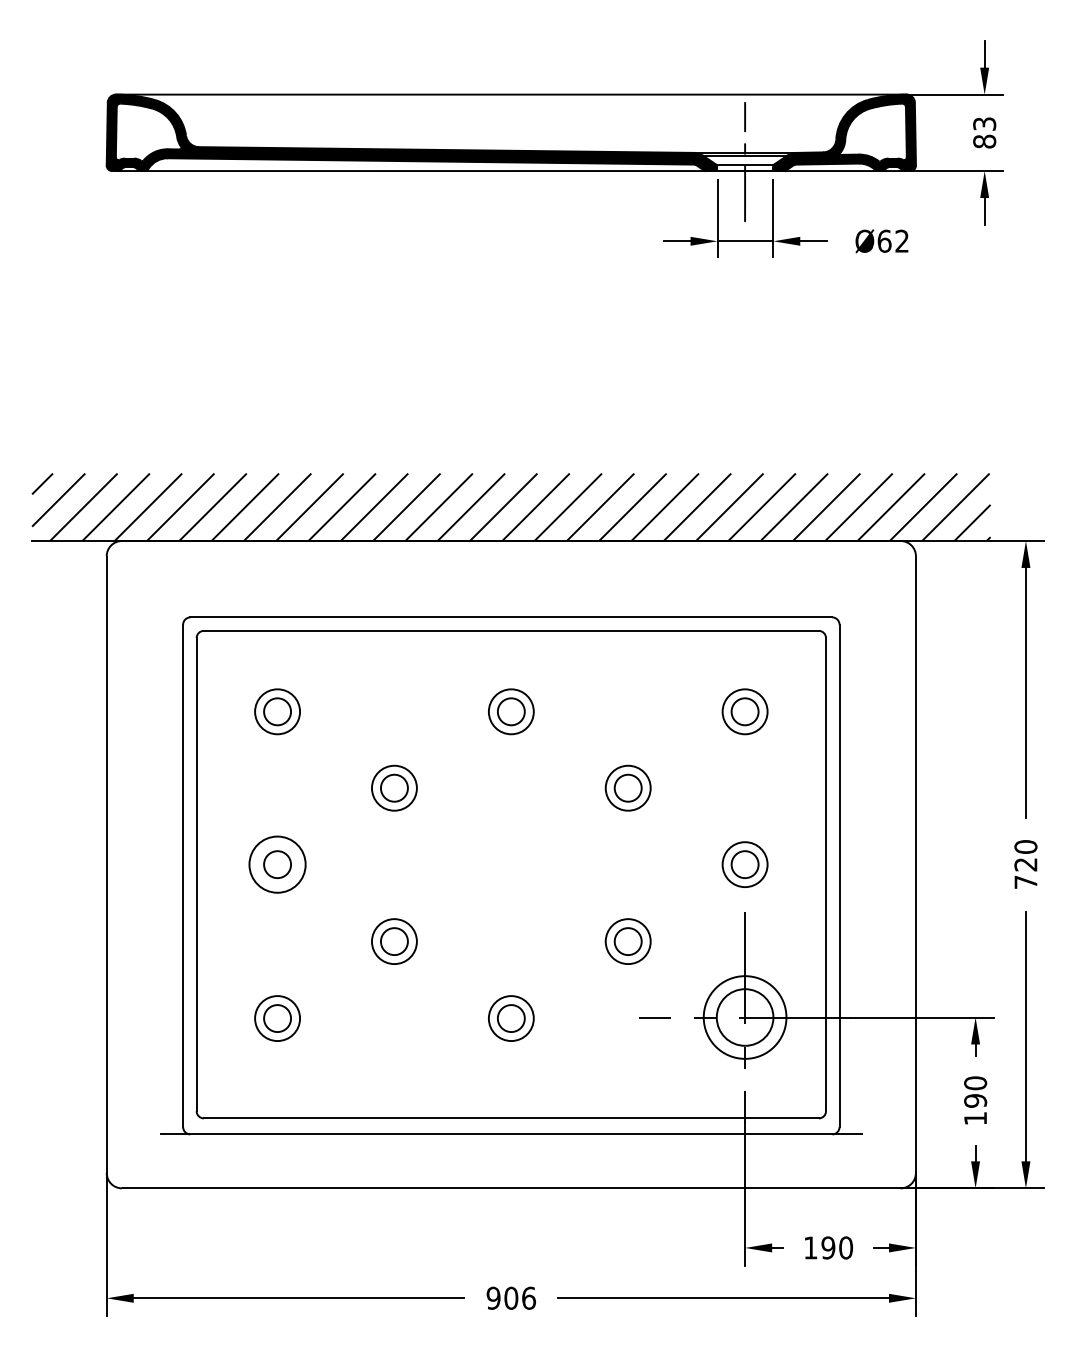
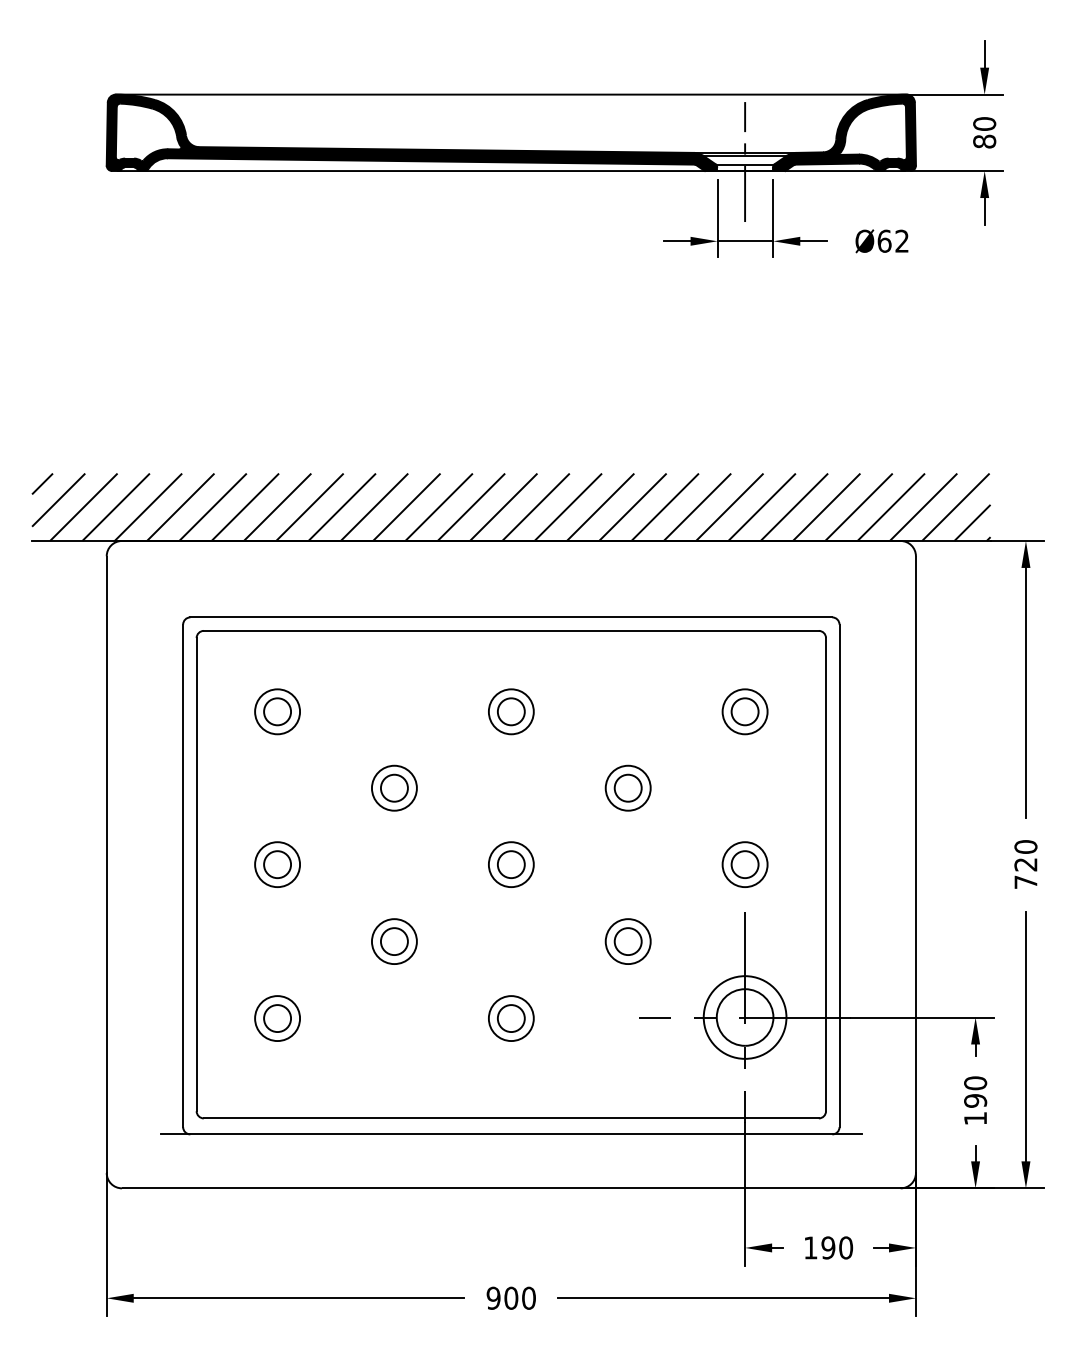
text at (984, 123): 83 -> 80
circle at (277, 864) diameter: 56 px -> 45 px
part at (511, 864): none -> present
text at (529, 1297): 906 -> 900
